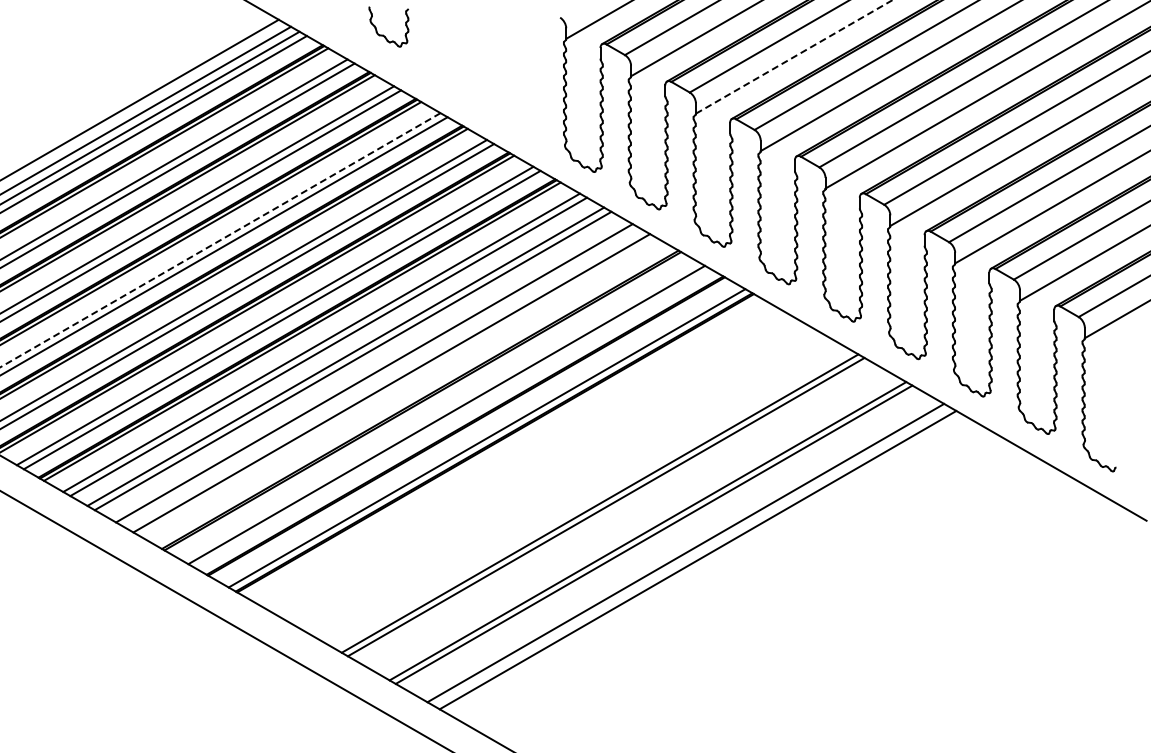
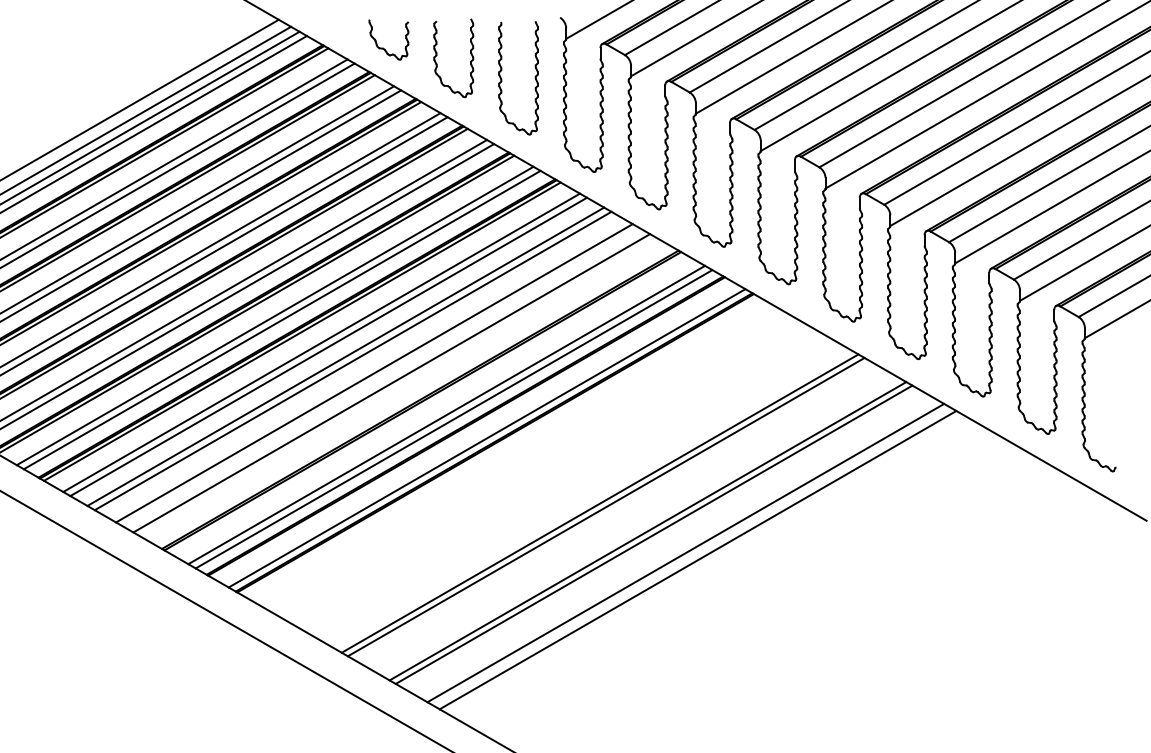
part at (383, 34) position: (383, 34) -> (383, 47)
part at (437, 55): none -> present
line at (794, 56): dashed -> solid
part at (534, 78): none -> present
line at (219, 240): dashed -> solid
line at (453, 419): none -> present
